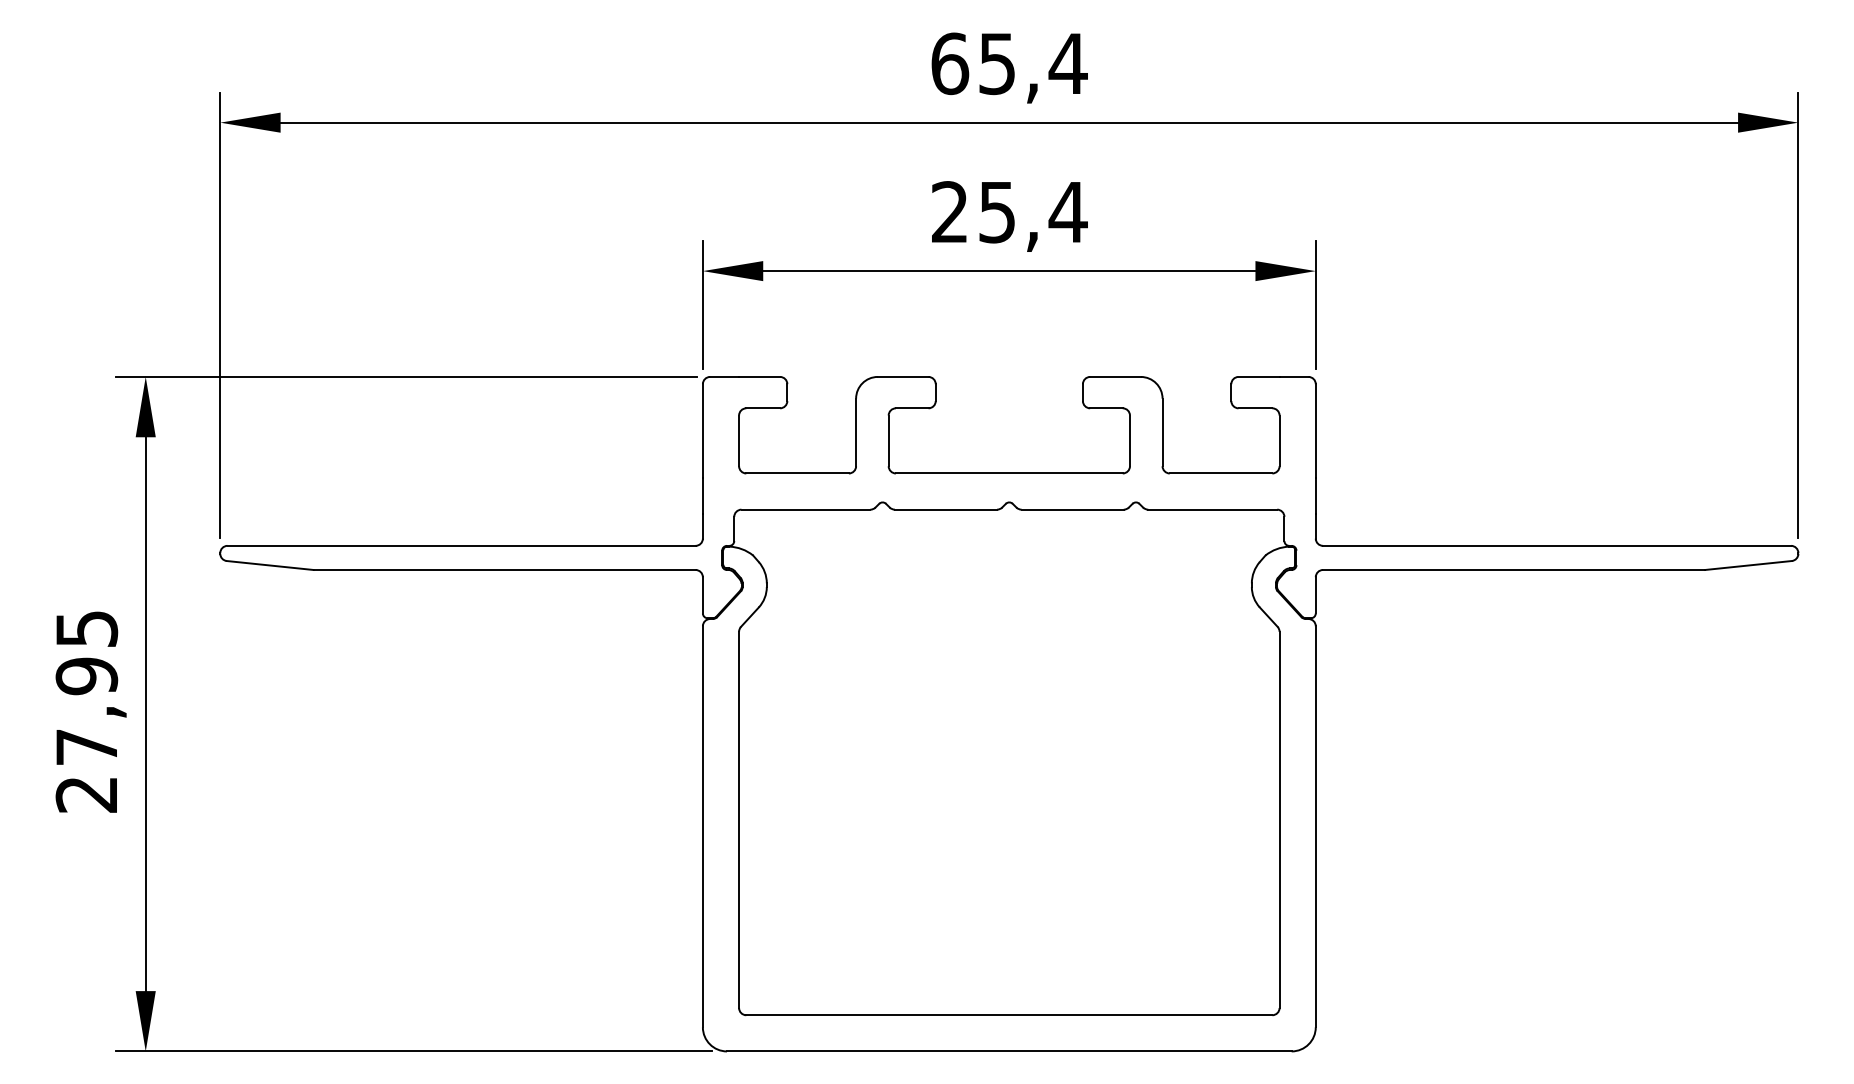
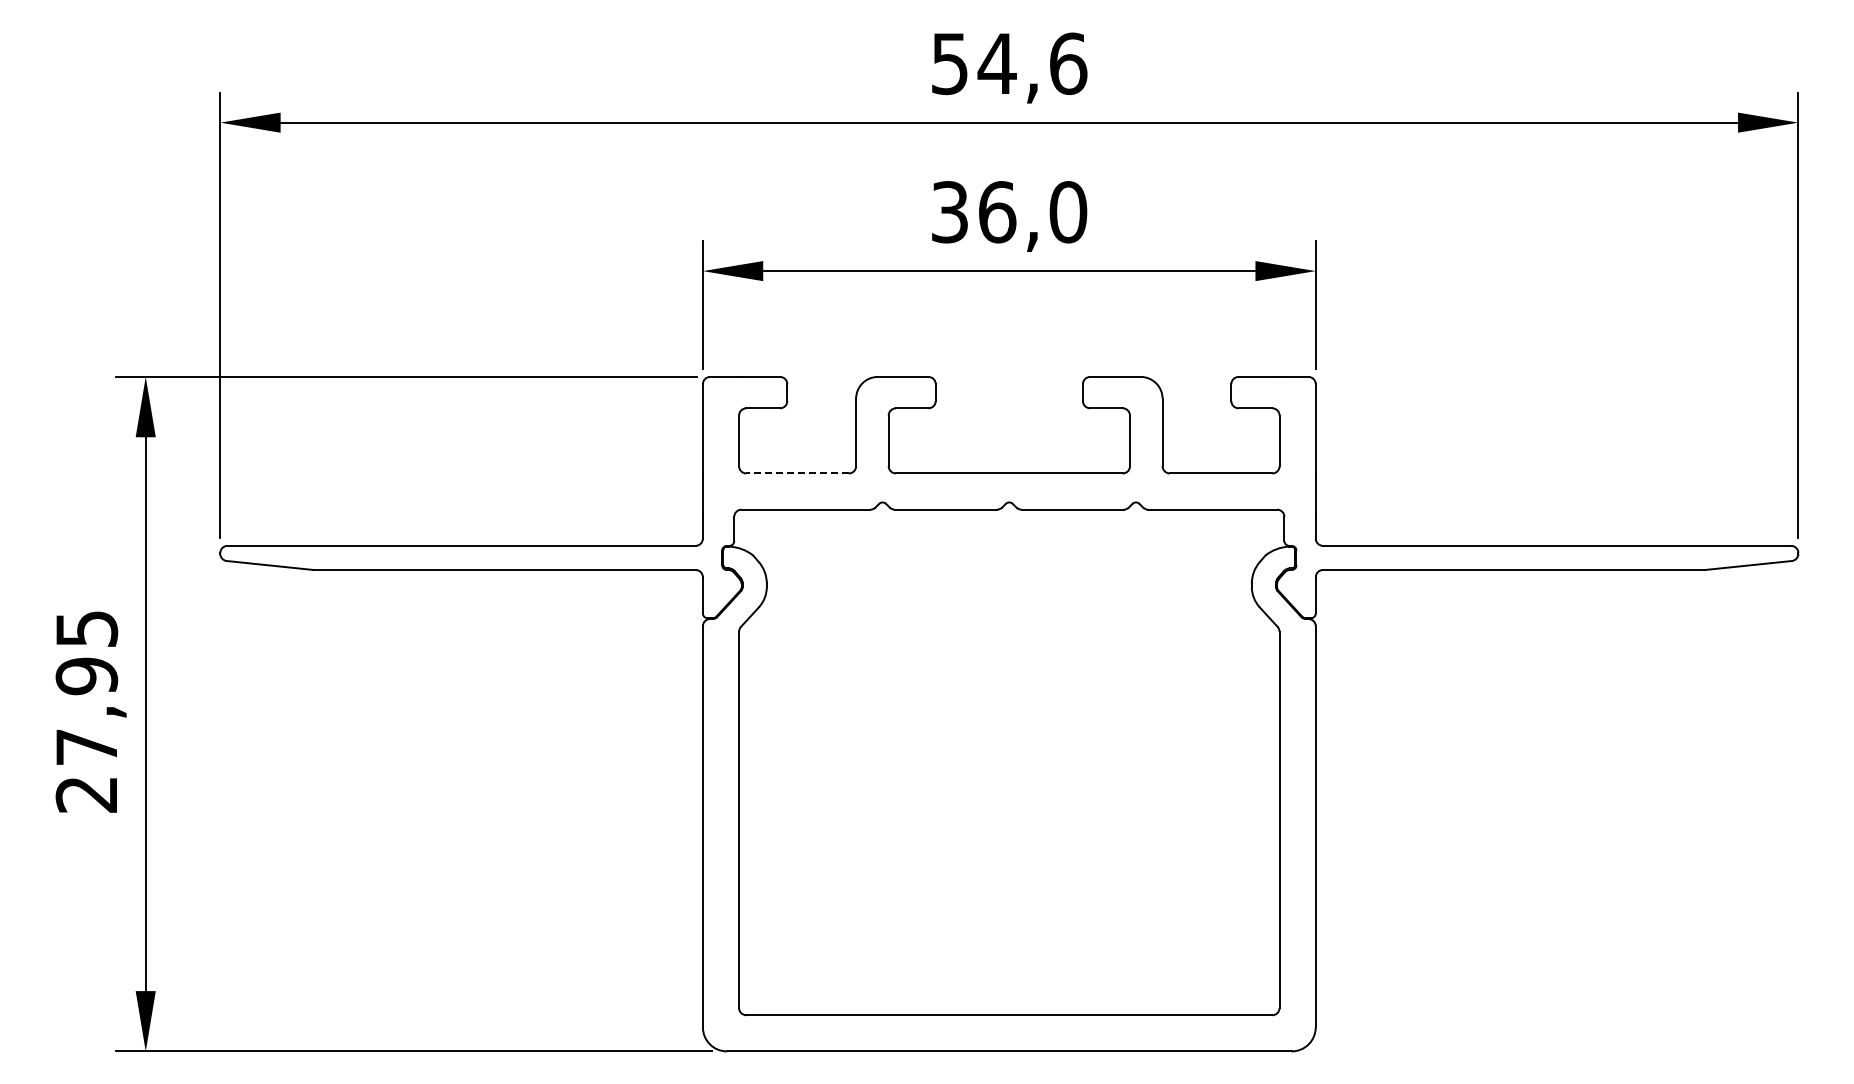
text at (1009, 63): 65,4 -> 54,6
text at (1009, 212): 25,4 -> 36,0
line at (797, 473): solid -> dashed
